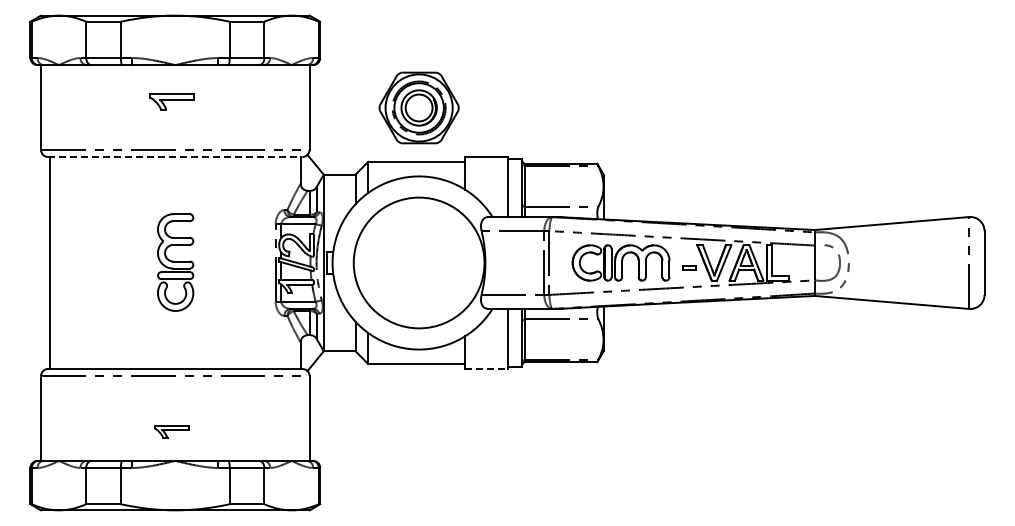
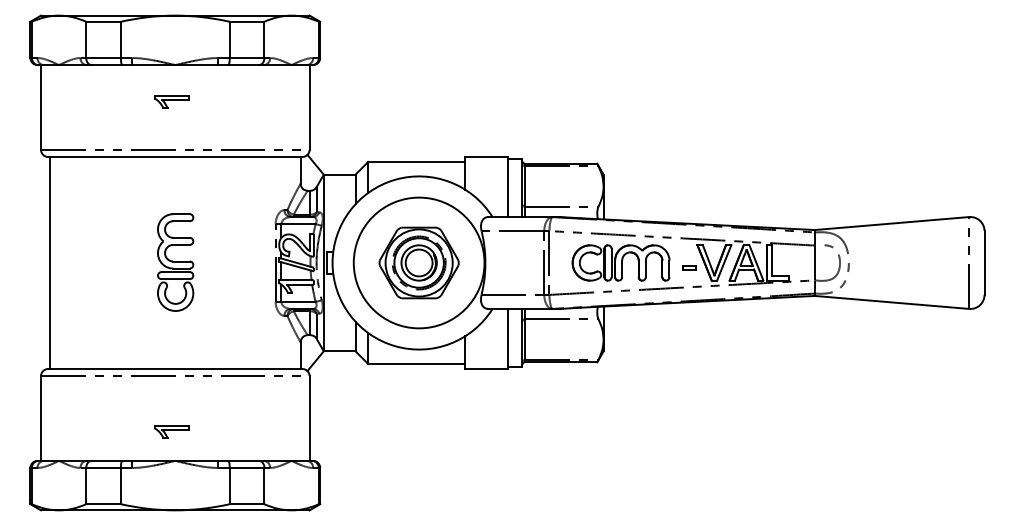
part at (171, 101) size: 46x18 px -> 36x14 px
part at (418, 107) position: (418, 107) -> (418, 262)
line at (175, 156): dashed -> solid
line at (486, 369): dashed -> solid
